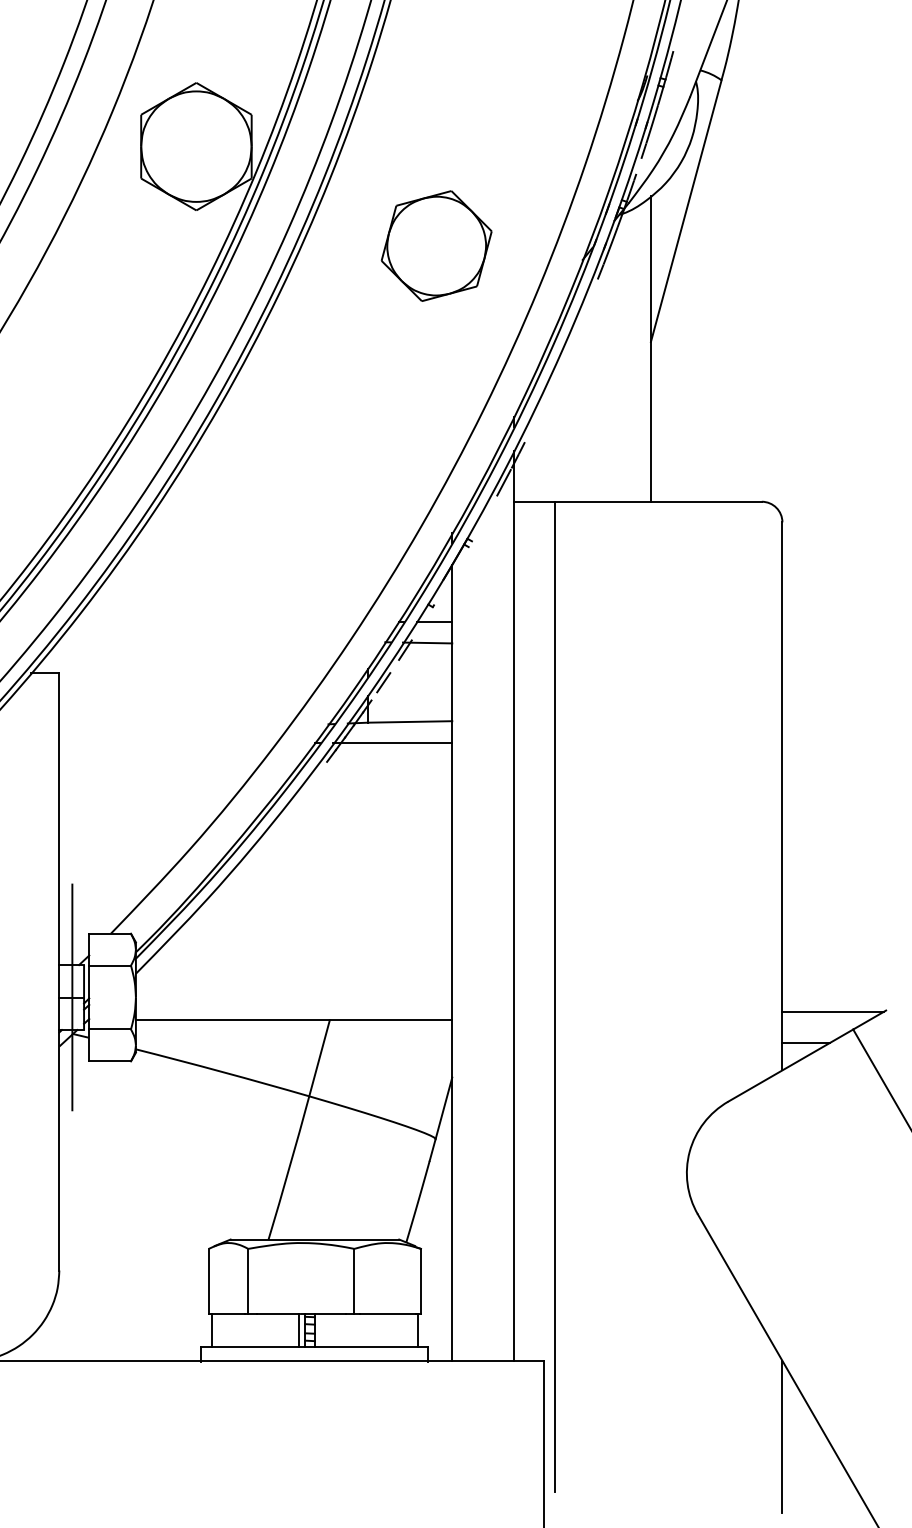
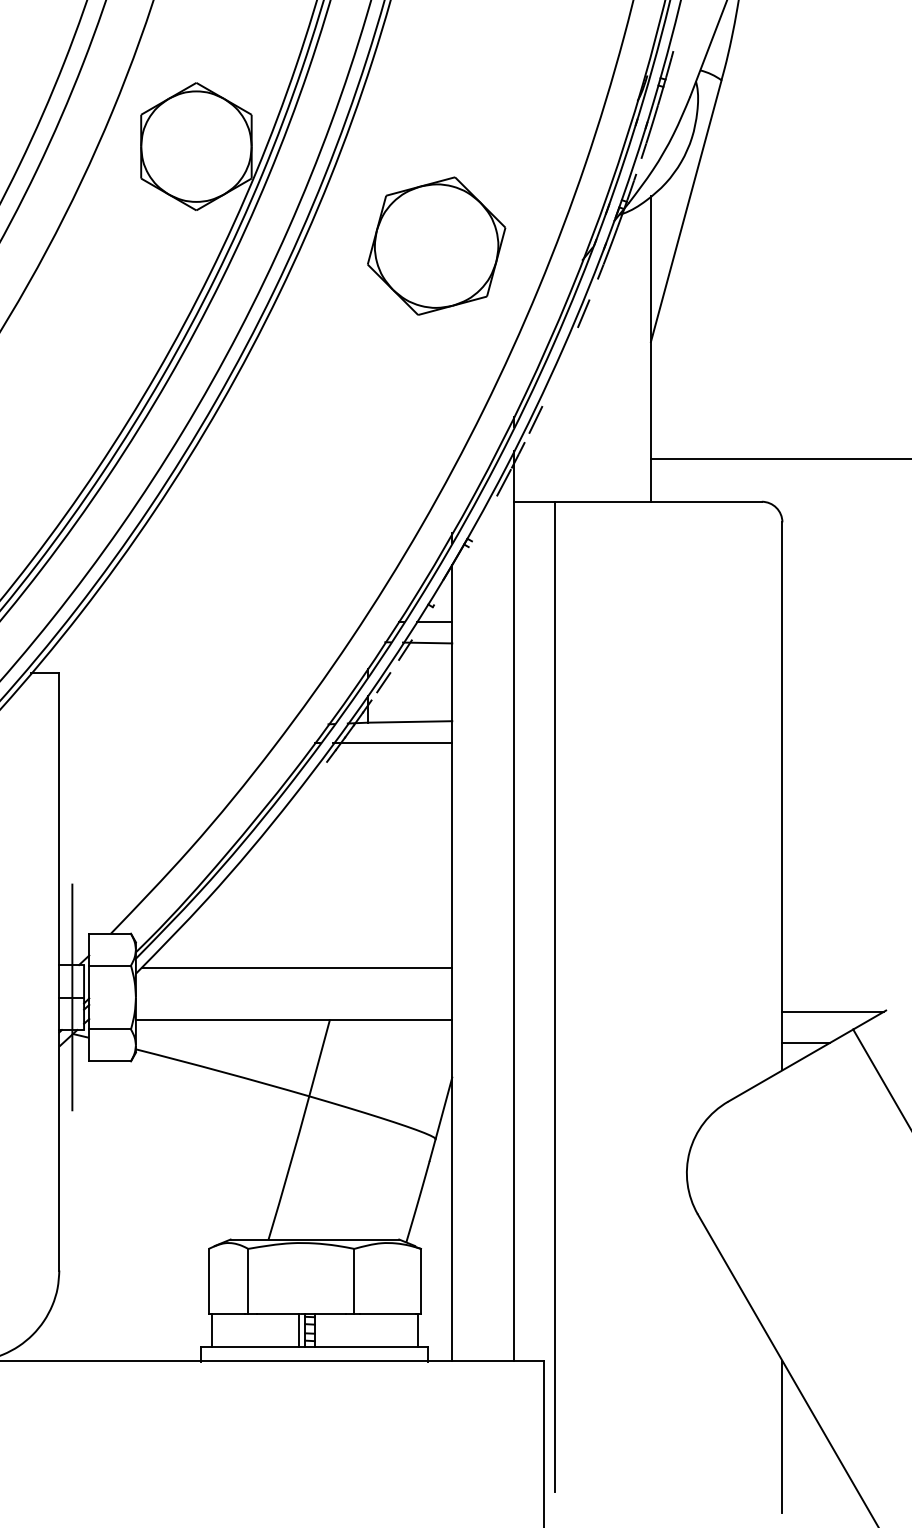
part at (436, 245) size: 113x112 px -> 140x140 px
line at (583, 313): none -> present
line at (535, 419): none -> present
line at (779, 458): none -> present
line at (297, 968): none -> present
